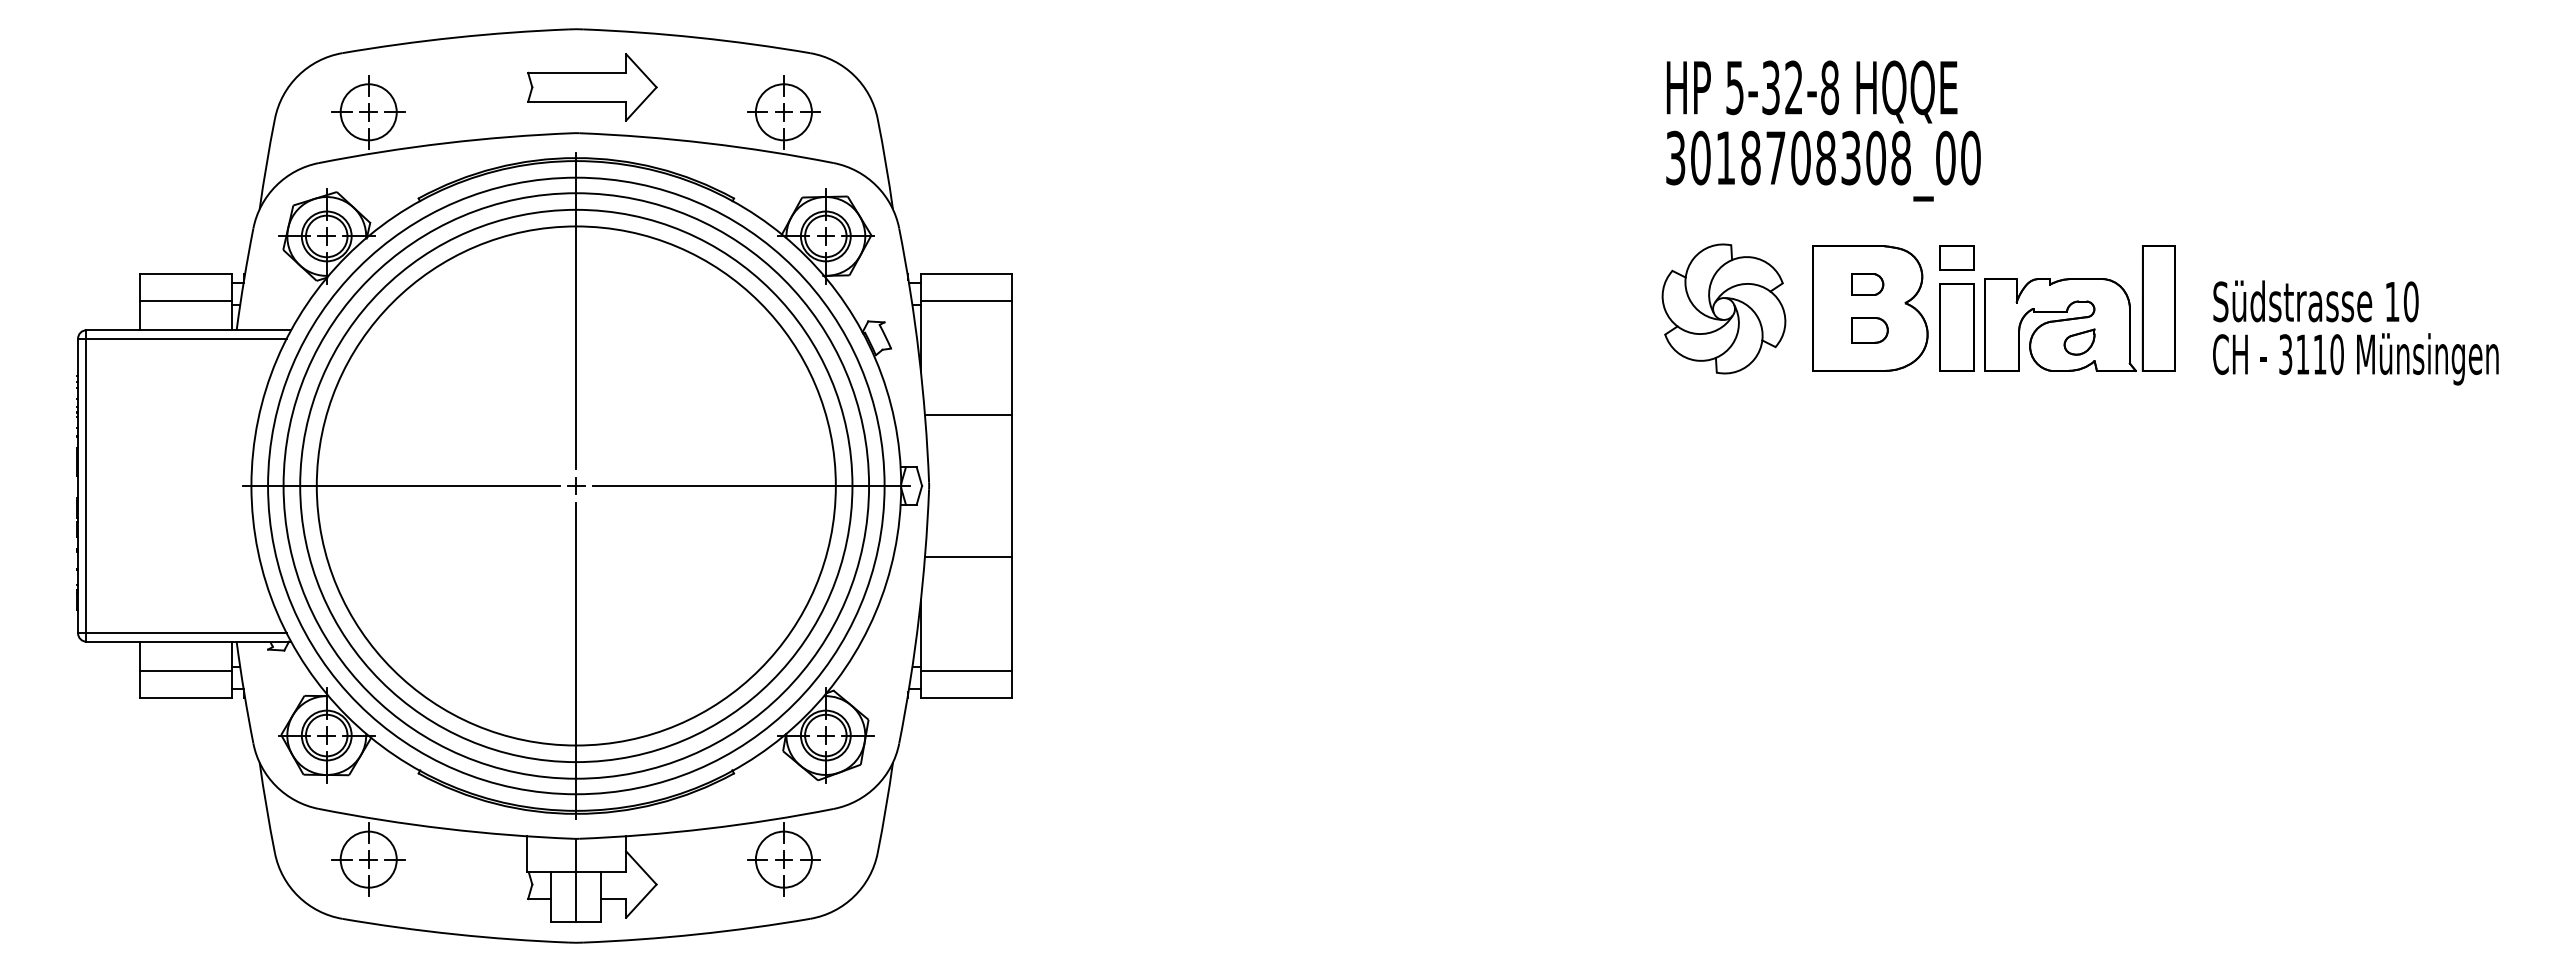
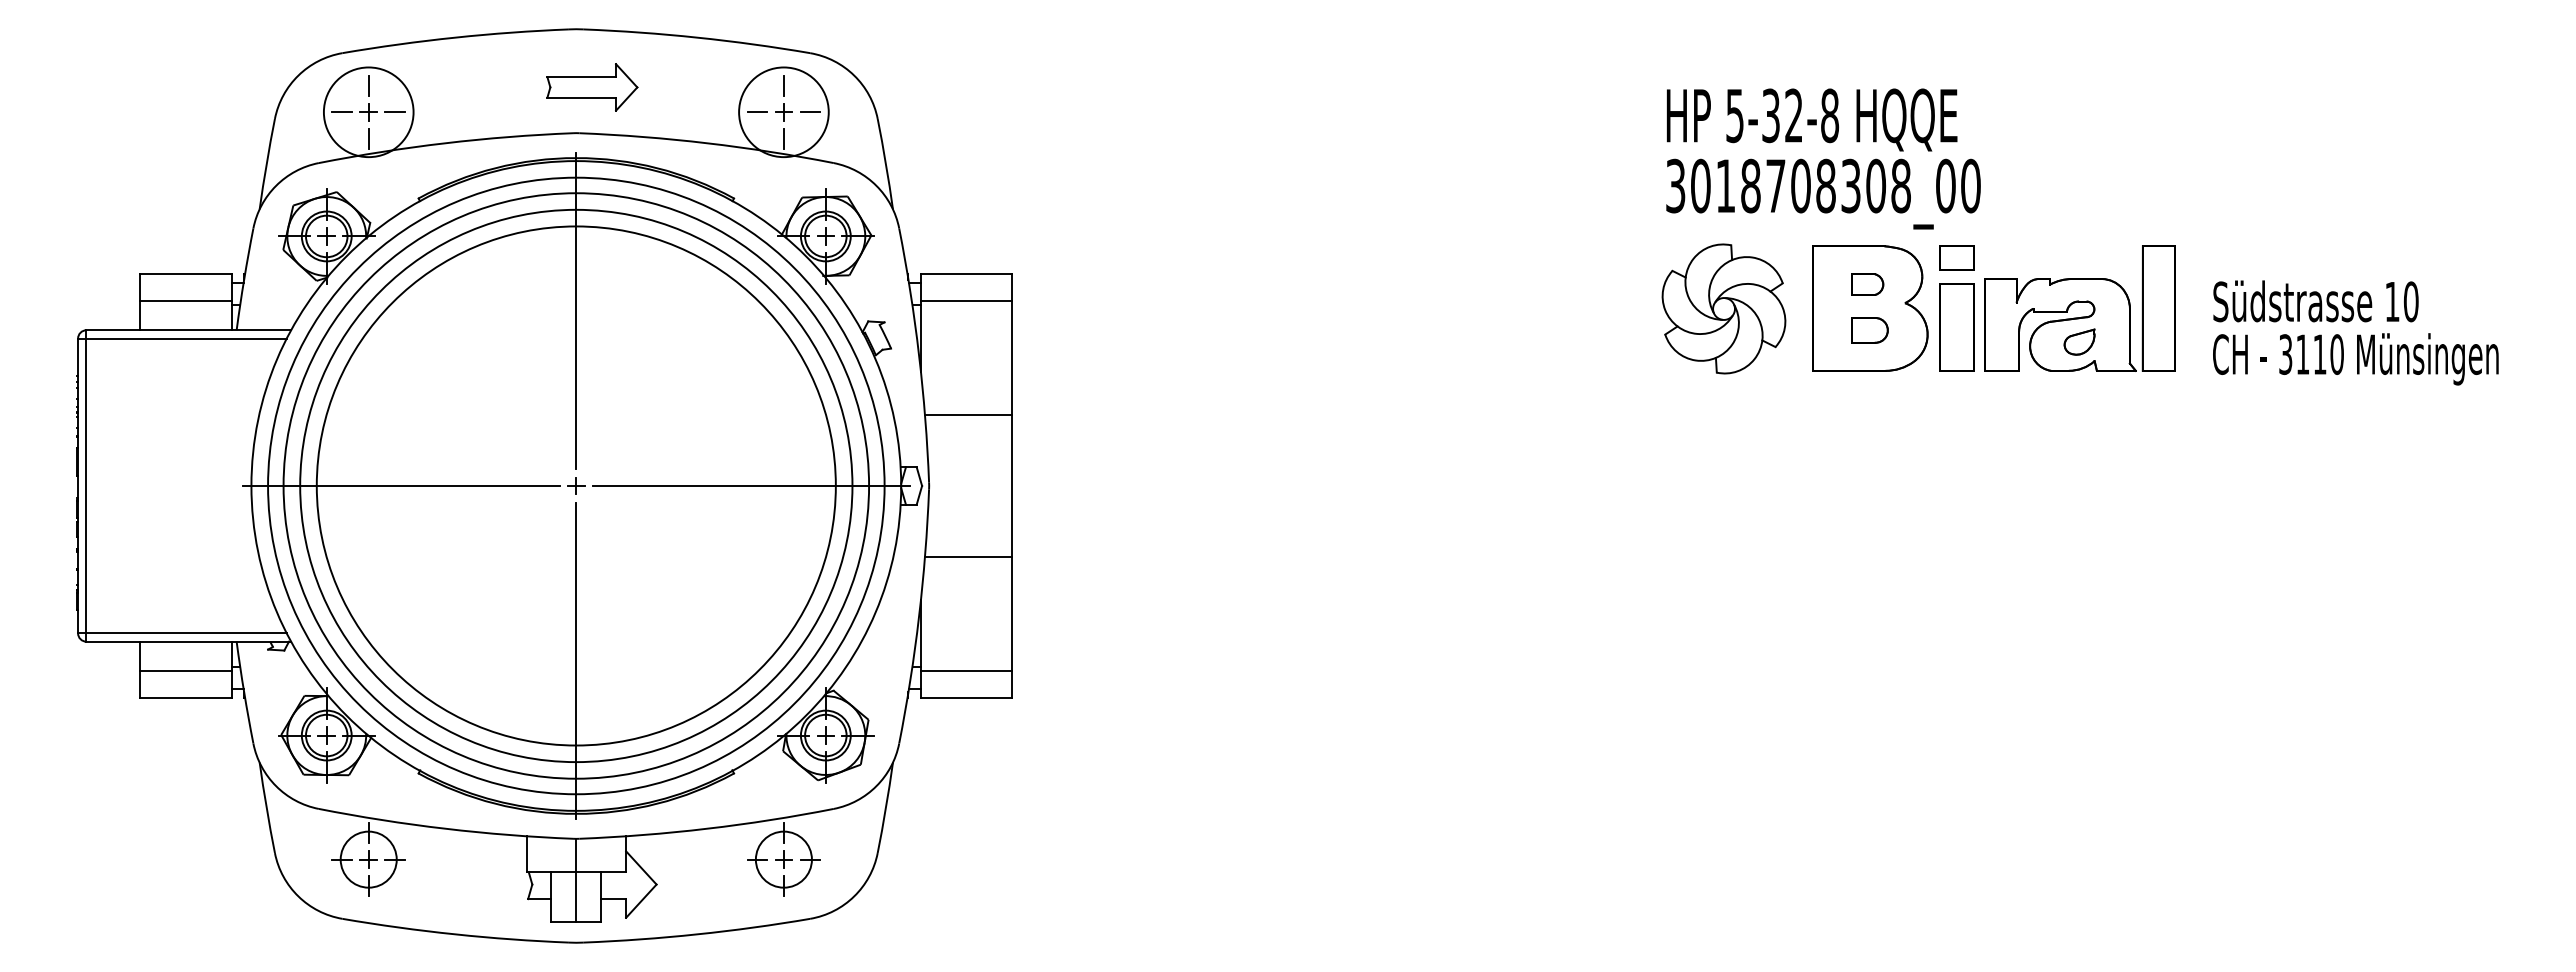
part at (592, 87) size: 131x69 px -> 93x49 px
circle at (368, 112) diameter: 56 px -> 90 px
circle at (783, 112) diameter: 56 px -> 90 px
text at (1823, 130) position: (1823, 130) -> (1823, 158)
